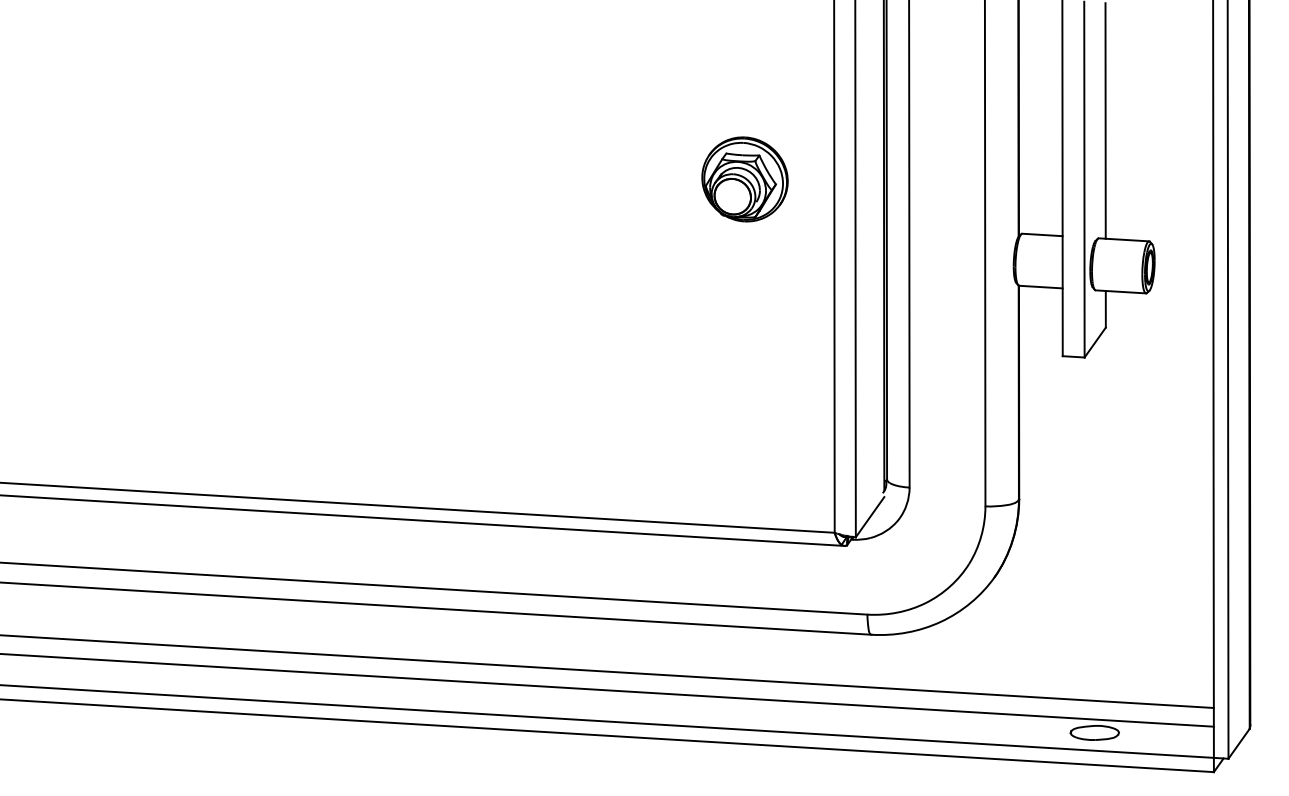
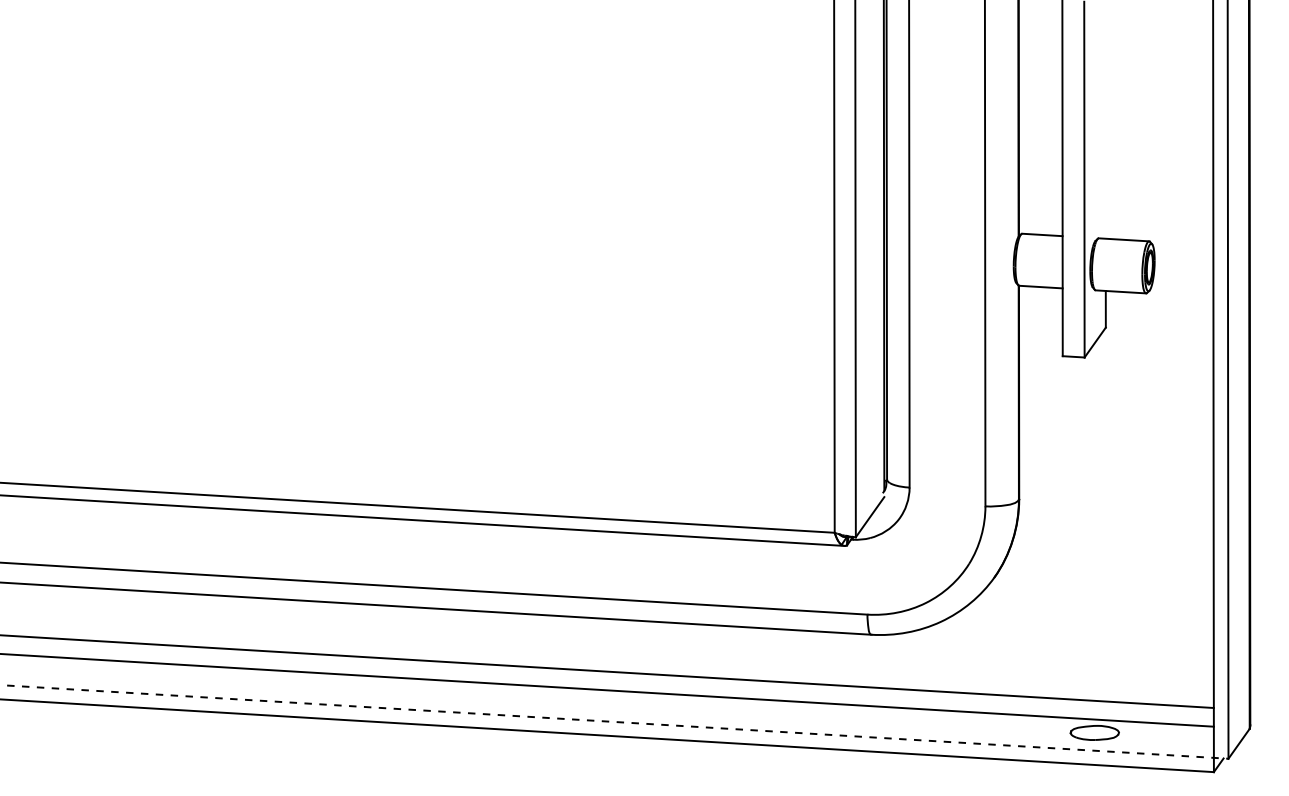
line at (1105, 120): present -> none
part at (744, 179): present -> none
line at (614, 721): solid -> dashed
